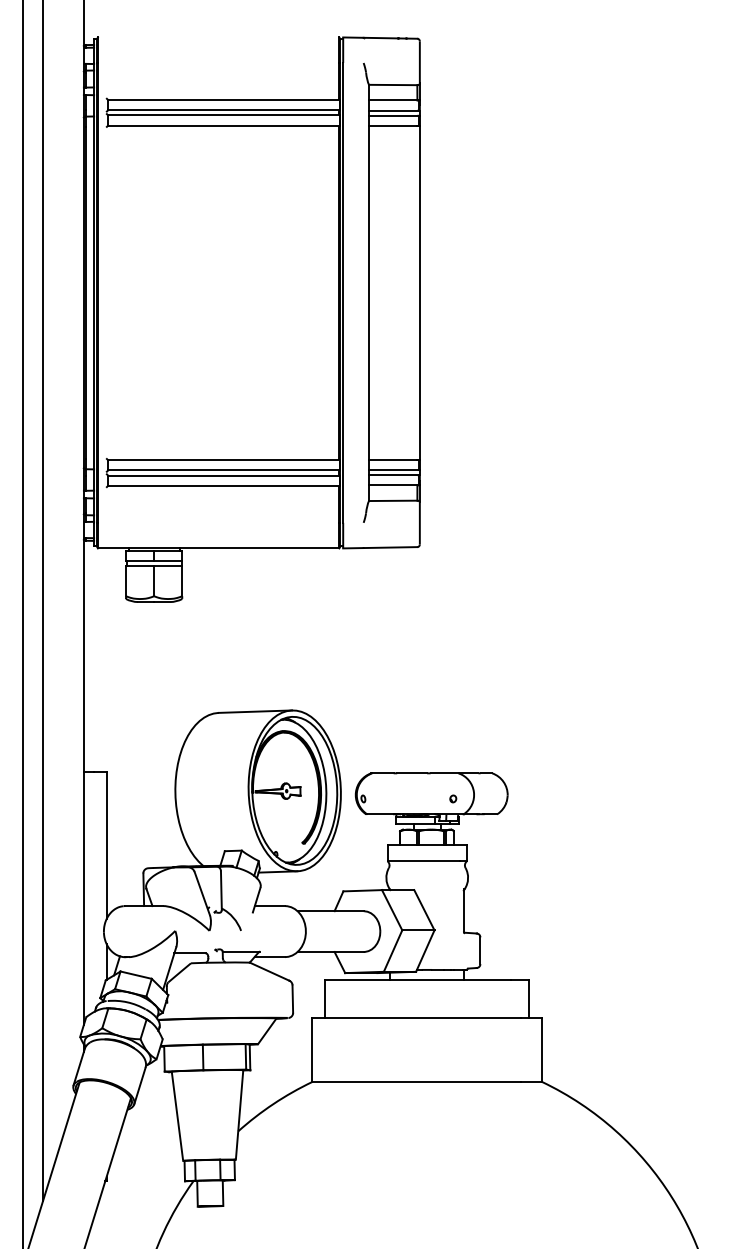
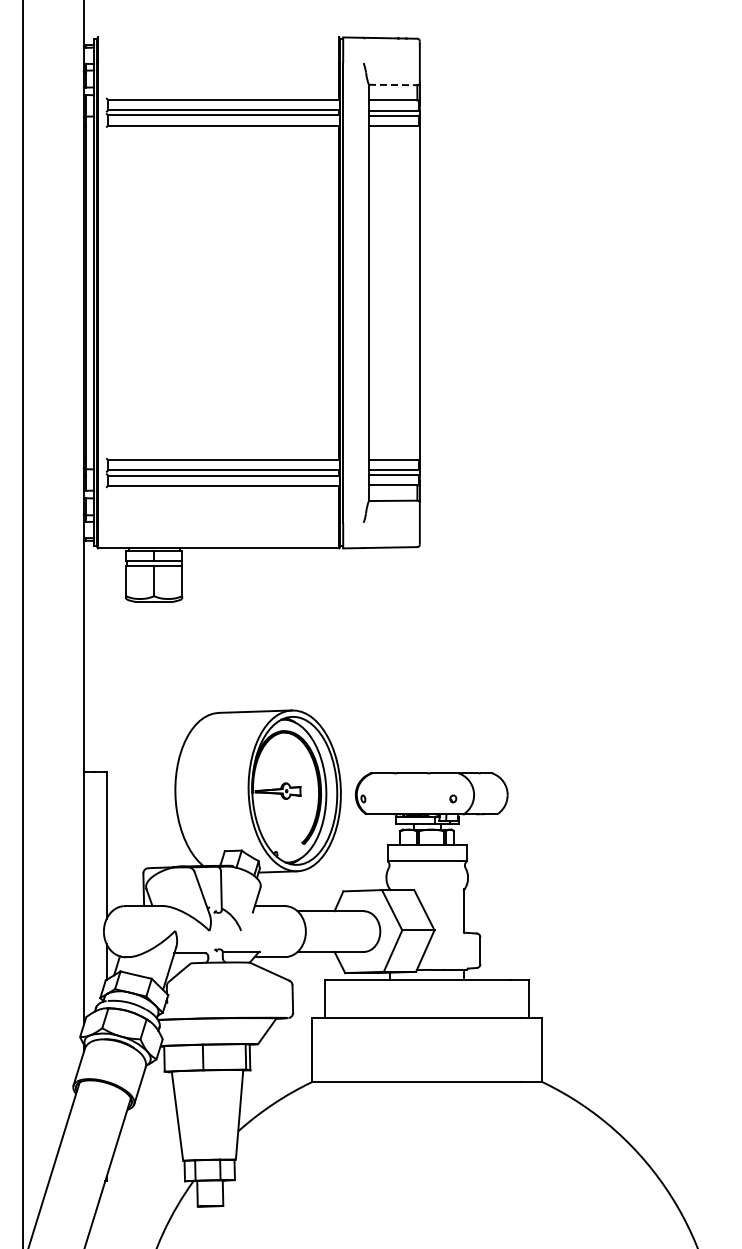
line at (393, 85): solid -> dashed
line at (43, 601): present -> none
